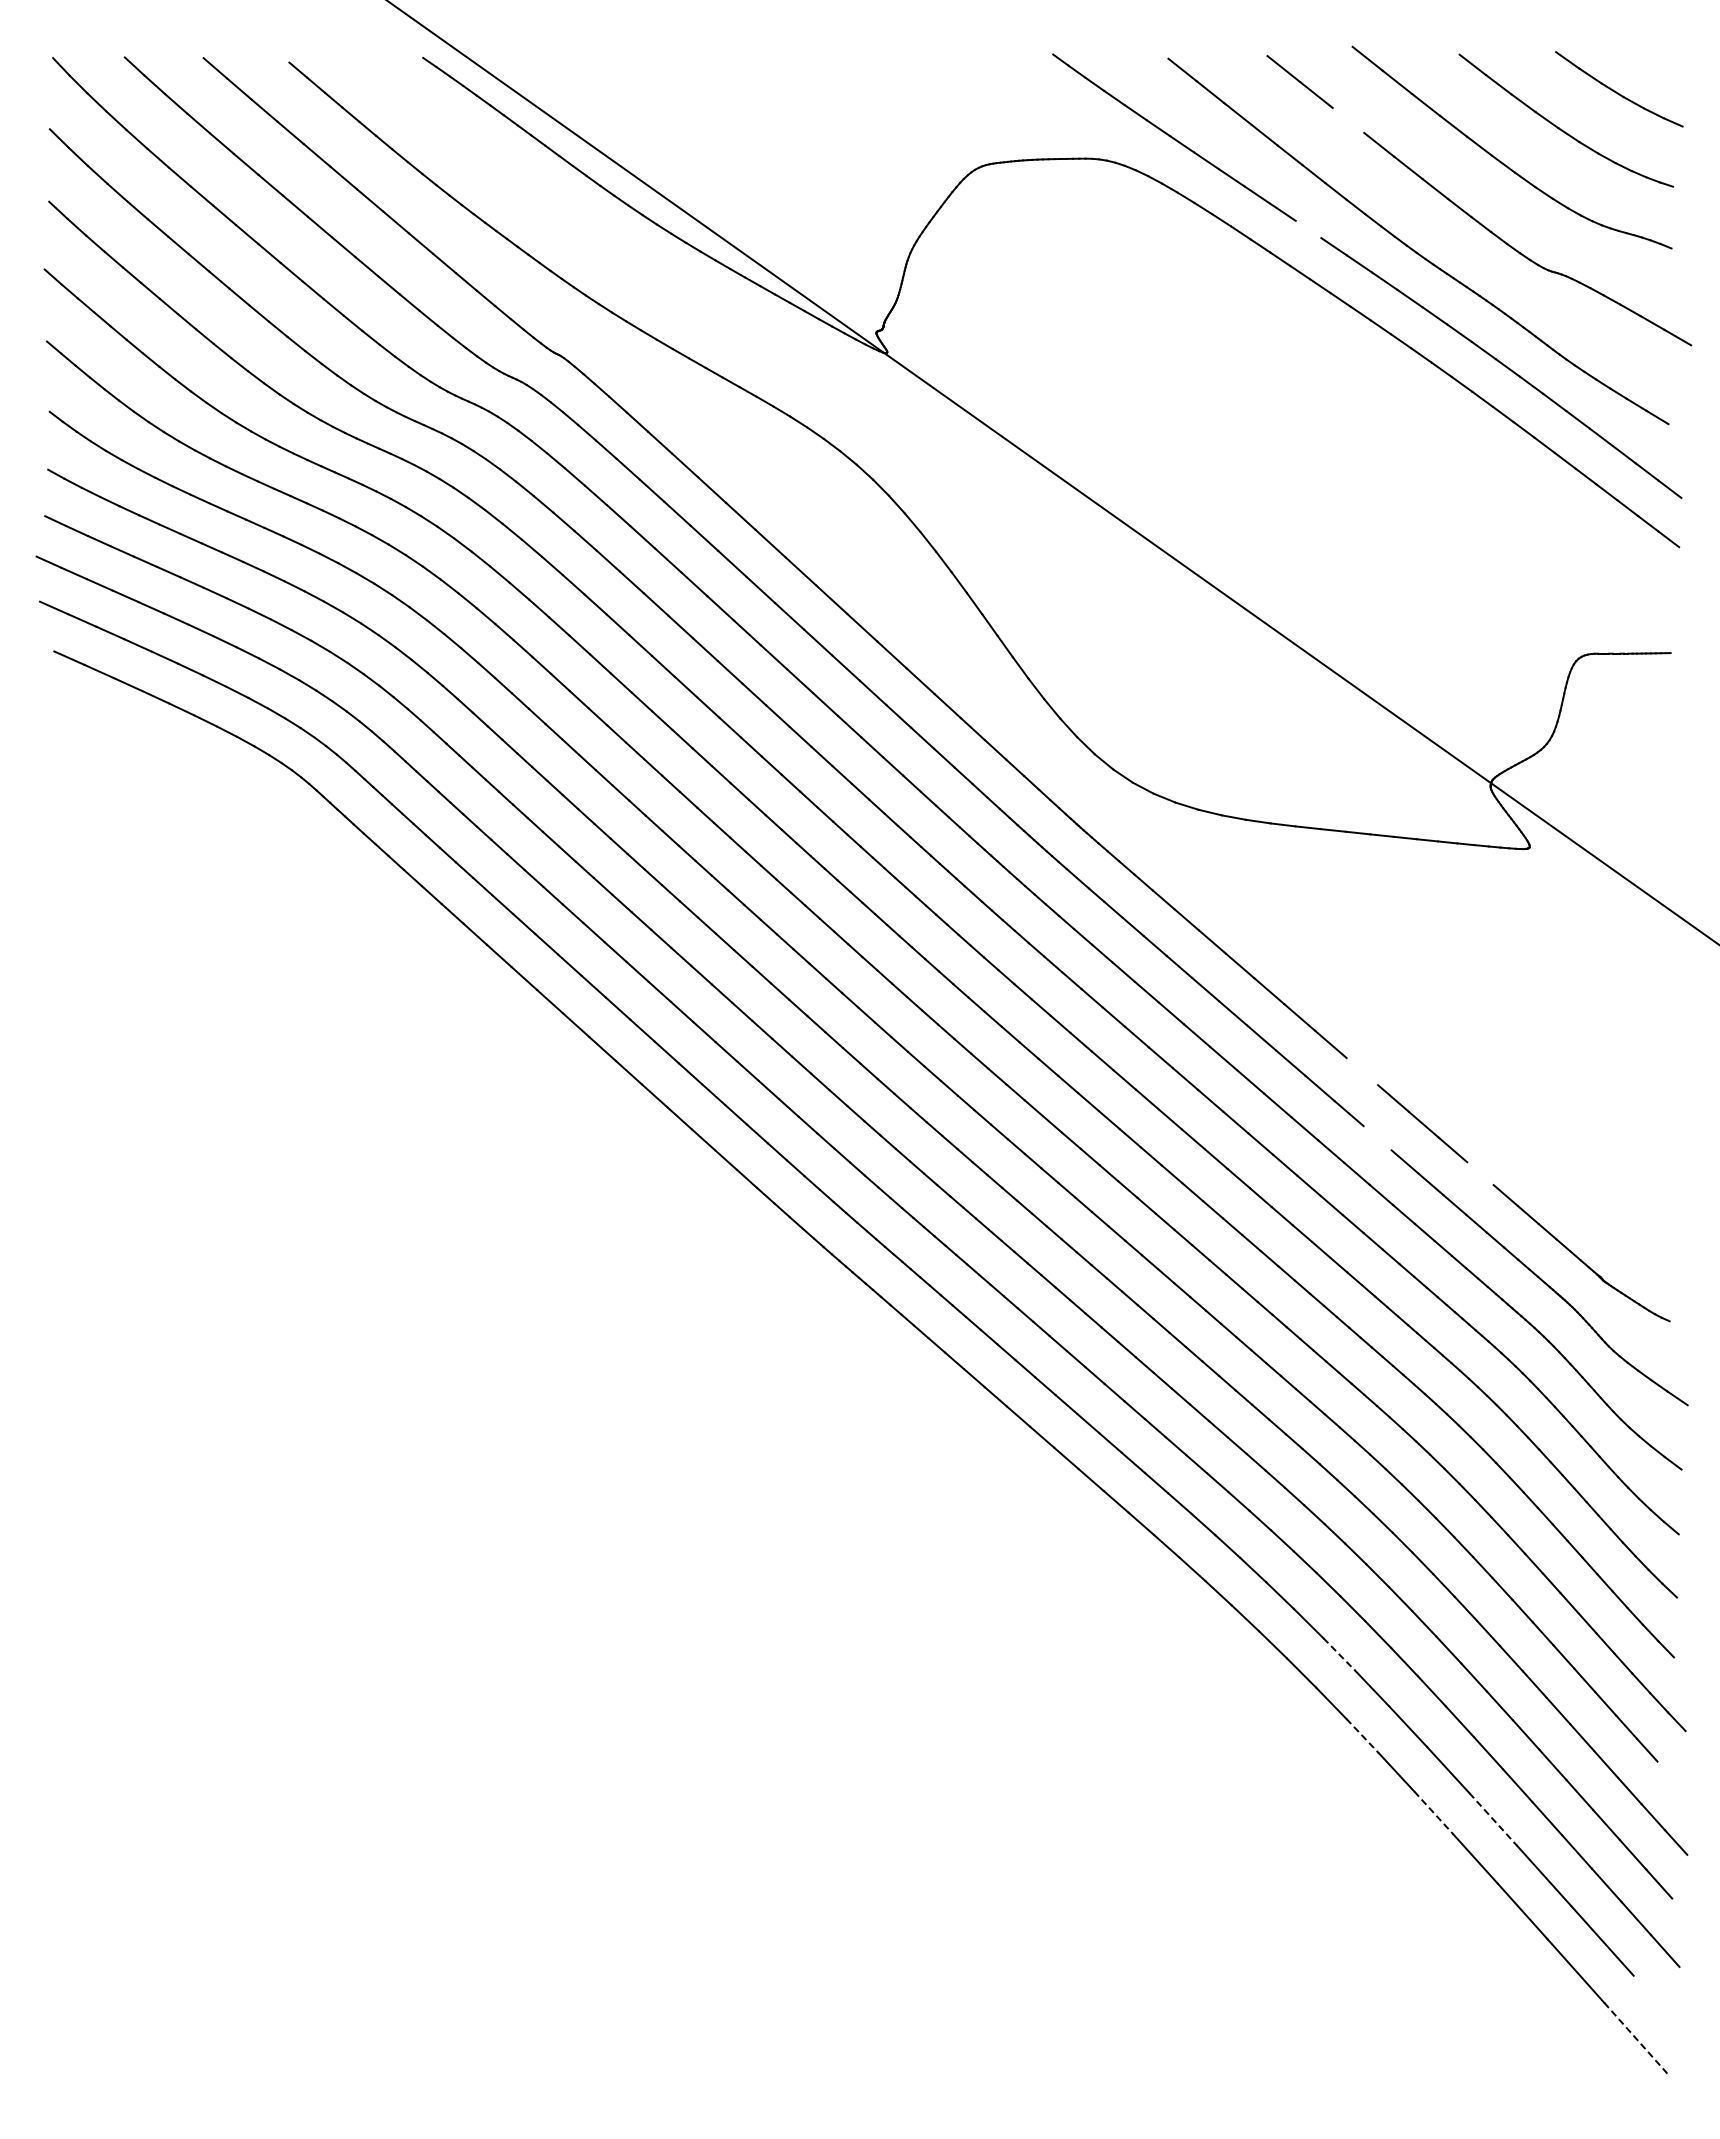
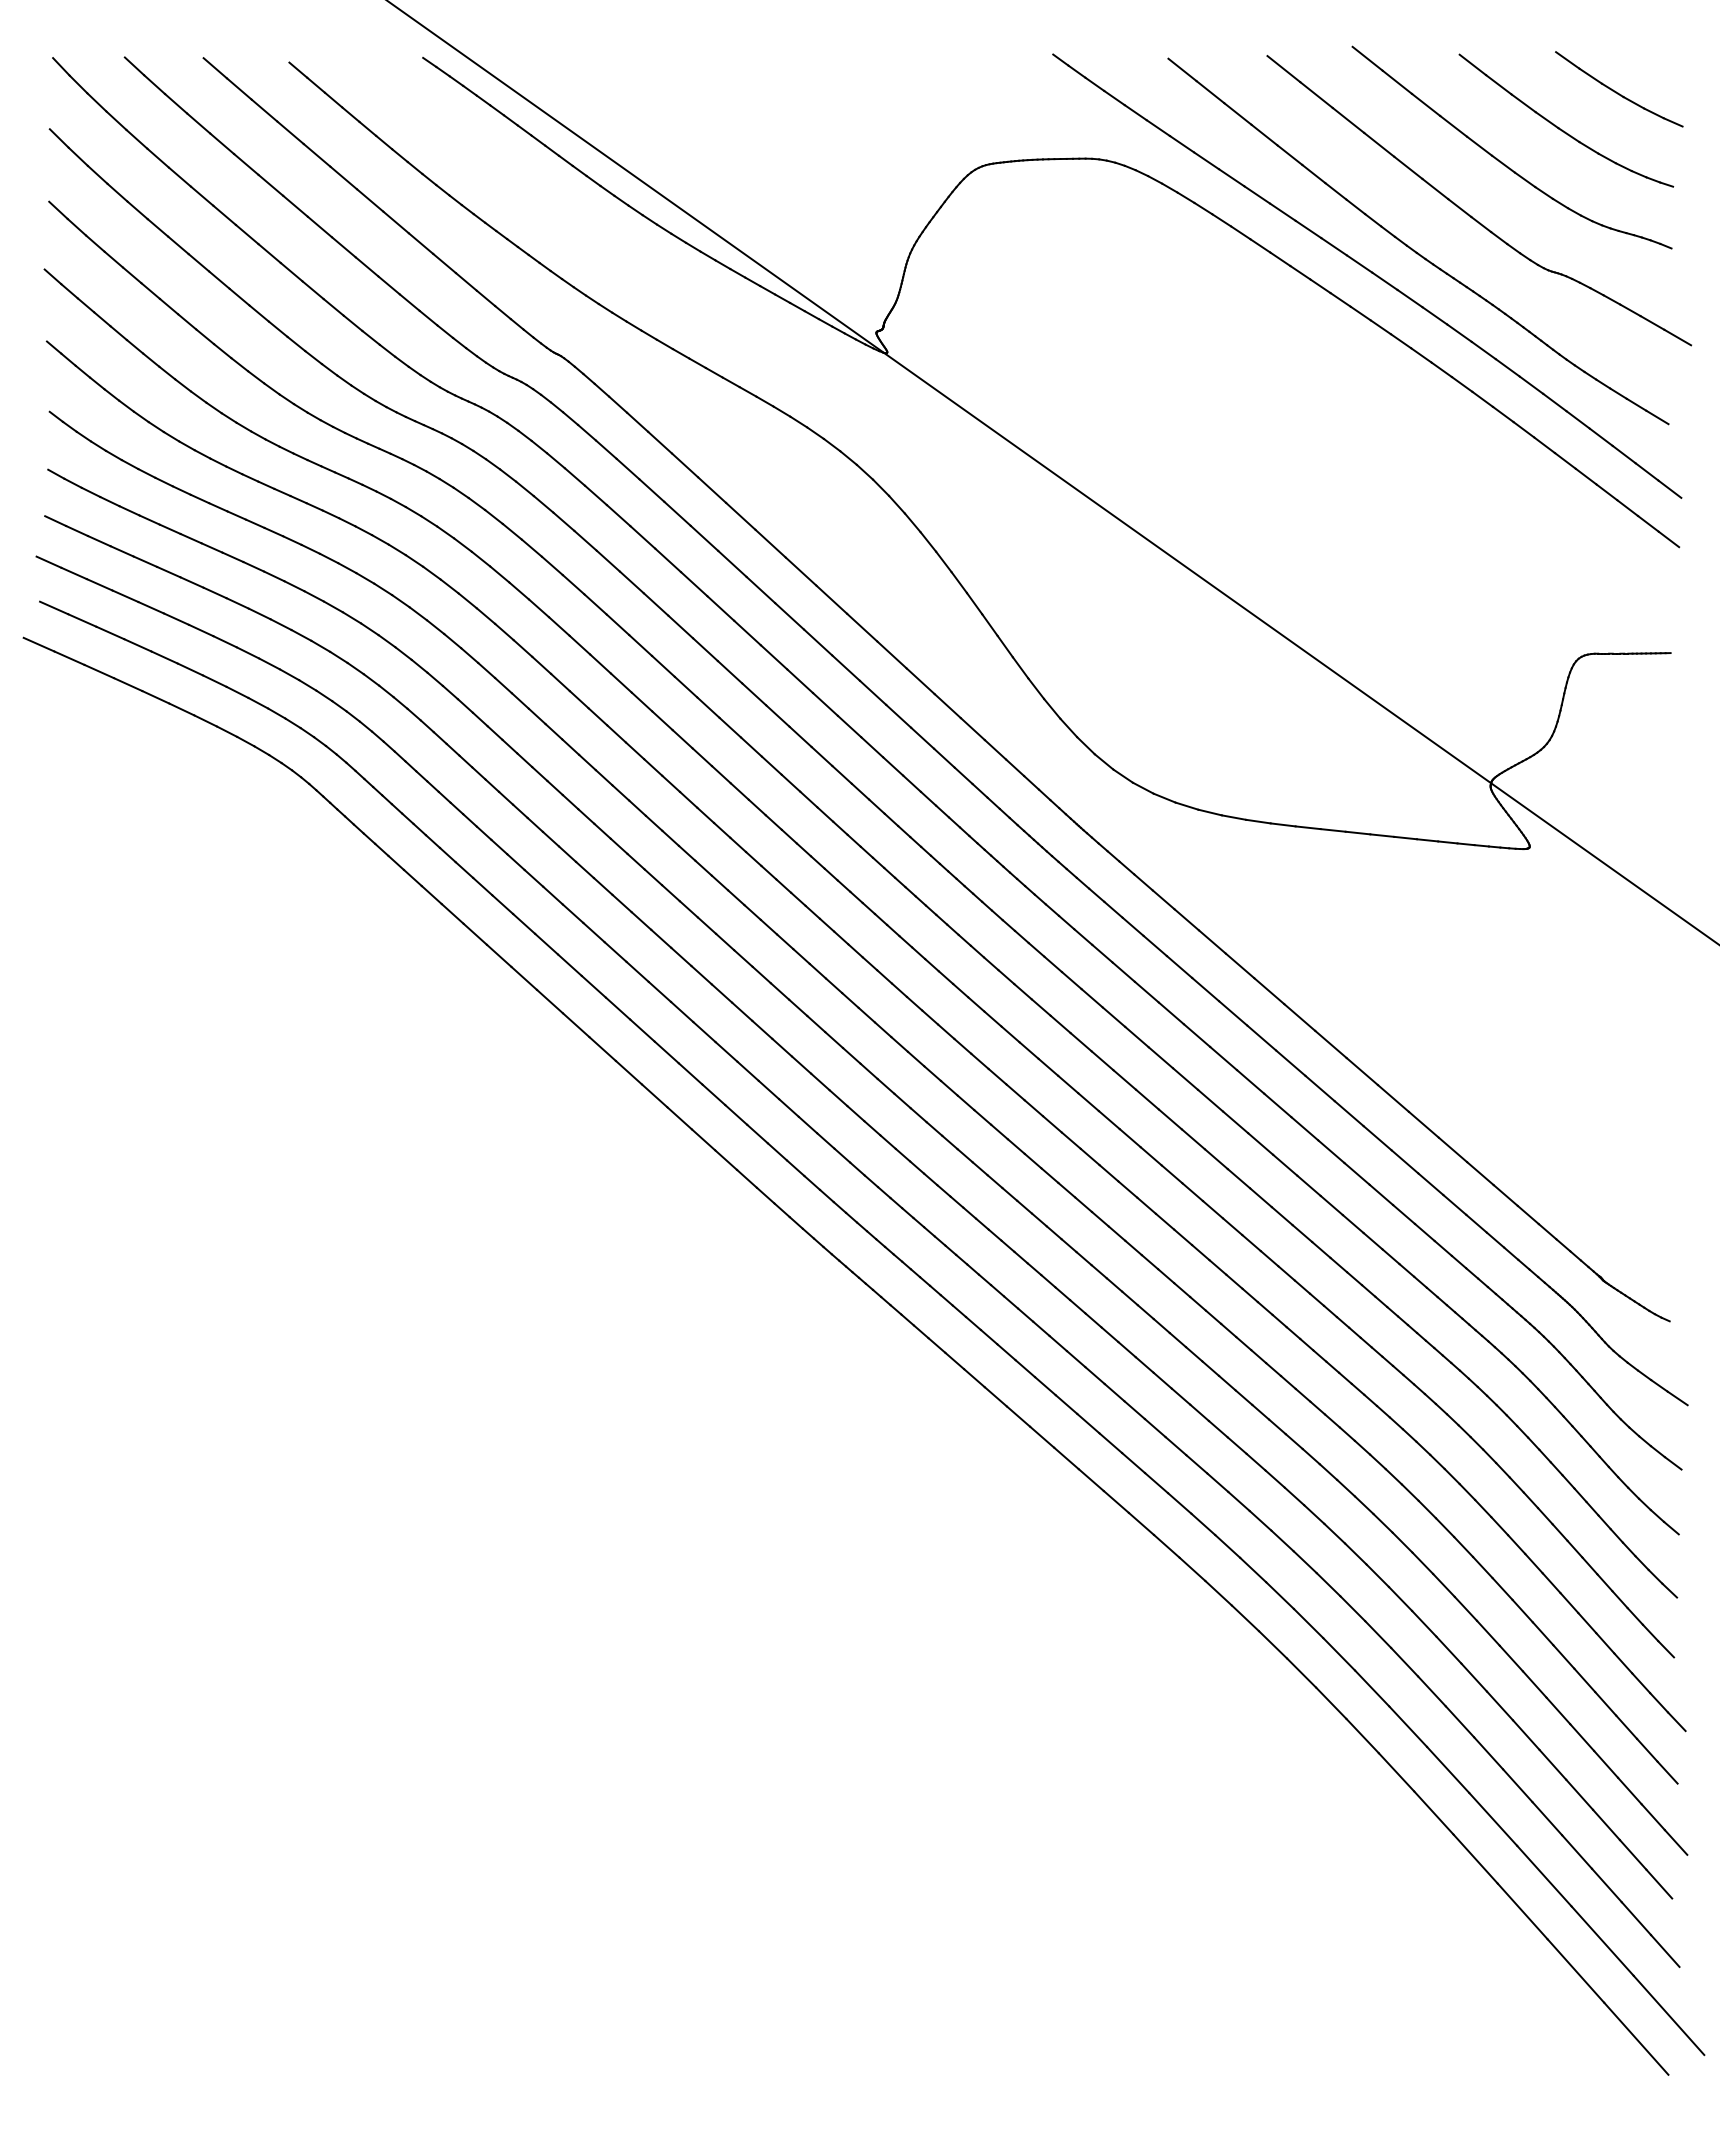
line at (1348, 119): none -> present
line at (1308, 229): none -> present
line at (38, 644): none -> present
line at (1362, 1071): none -> present
line at (1377, 1138): none -> present
line at (1480, 1173): none -> present
line at (1339, 1654): dashed -> solid
line at (1362, 1736): dashed -> solid
line at (1667, 1772): none -> present
line at (1434, 1813): dashed -> solid
line at (1493, 1819): dashed -> solid
line at (1668, 2015): none -> present
line at (1636, 2039): dashed -> solid
